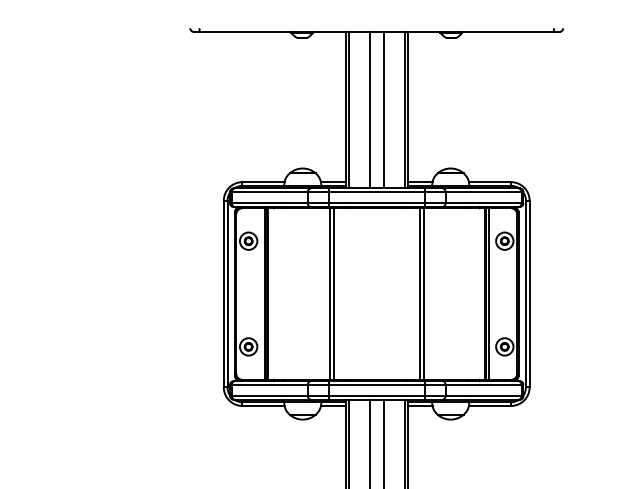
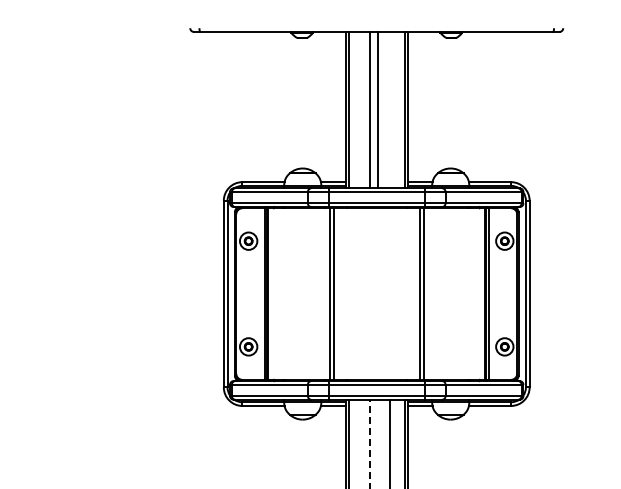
line at (383, 109) position: (383, 109) -> (377, 109)
line at (383, 442) position: (383, 442) -> (389, 442)
line at (369, 443): solid -> dashed
